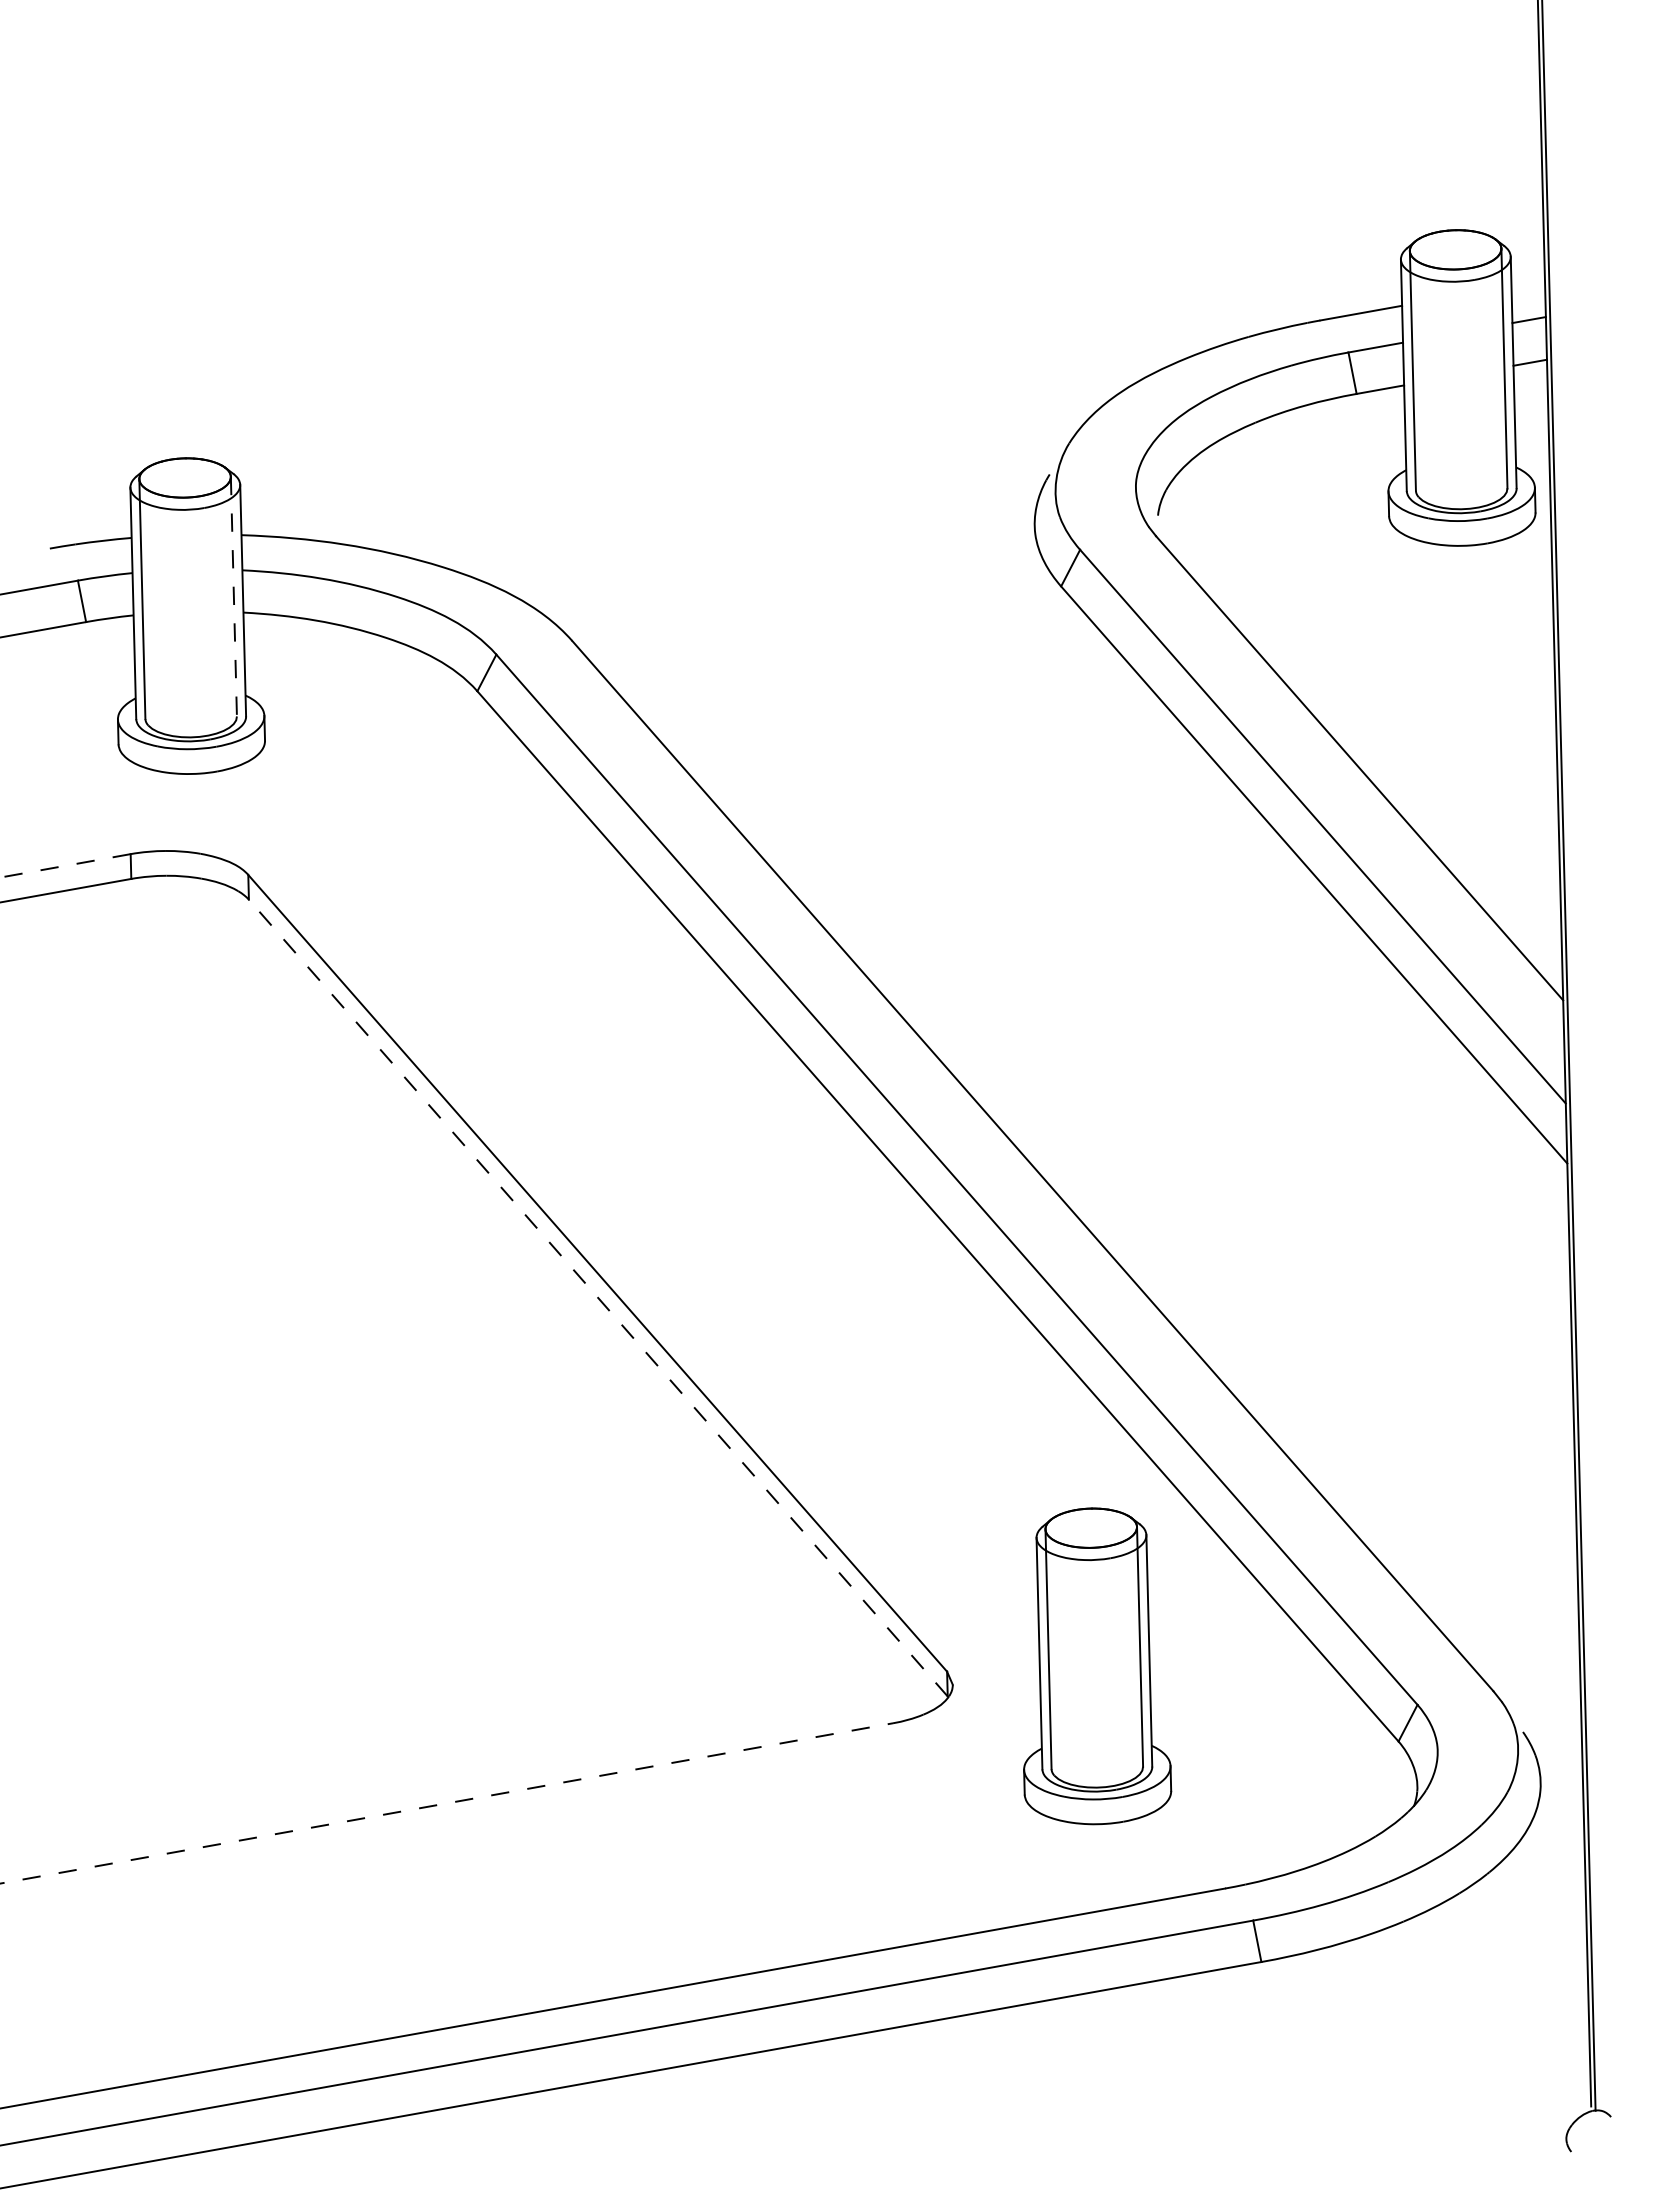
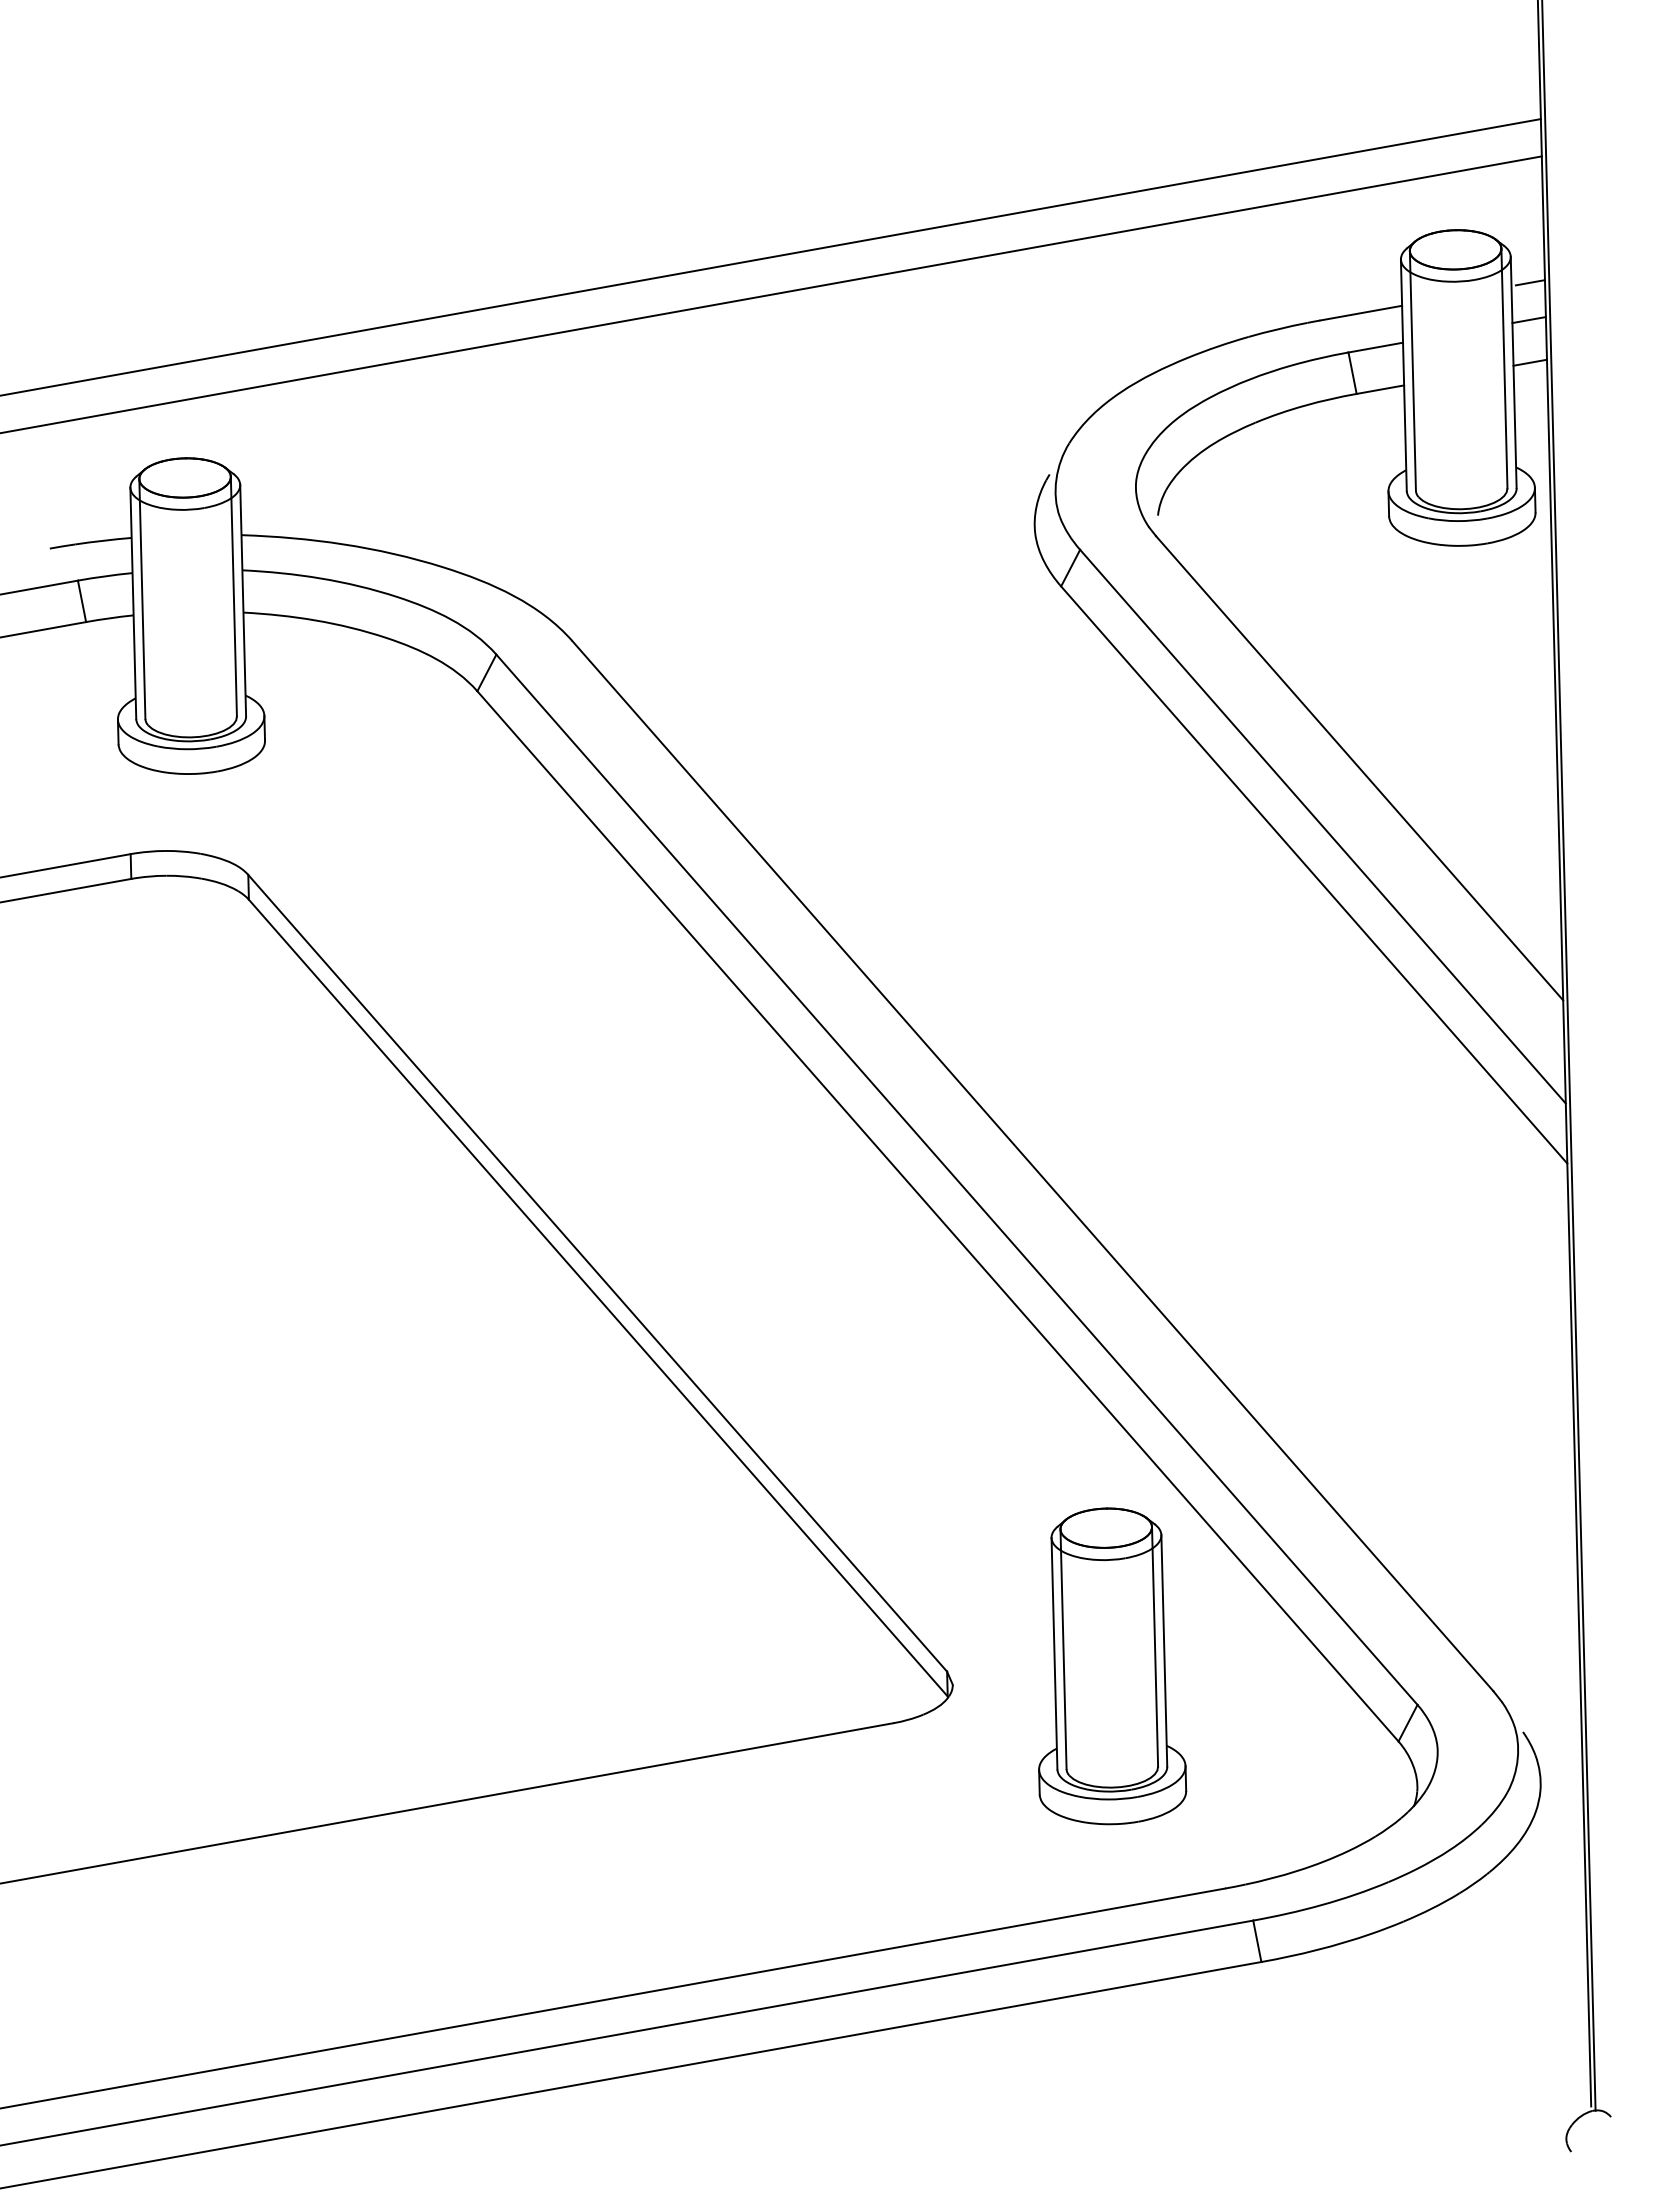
line at (771, 257): none -> present
line at (1529, 282): none -> present
line at (771, 294): none -> present
line at (233, 596): dashed -> solid
line at (65, 865): dashed -> solid
line at (598, 1298): dashed -> solid
part at (1097, 1666) position: (1097, 1666) -> (1112, 1666)
line at (447, 1803): dashed -> solid
